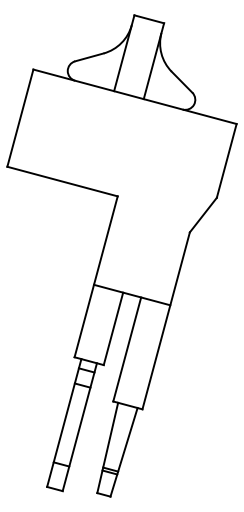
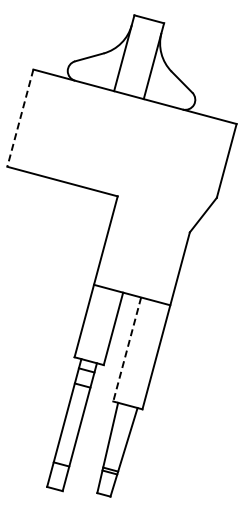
line at (20, 118): solid -> dashed
line at (127, 349): solid -> dashed
